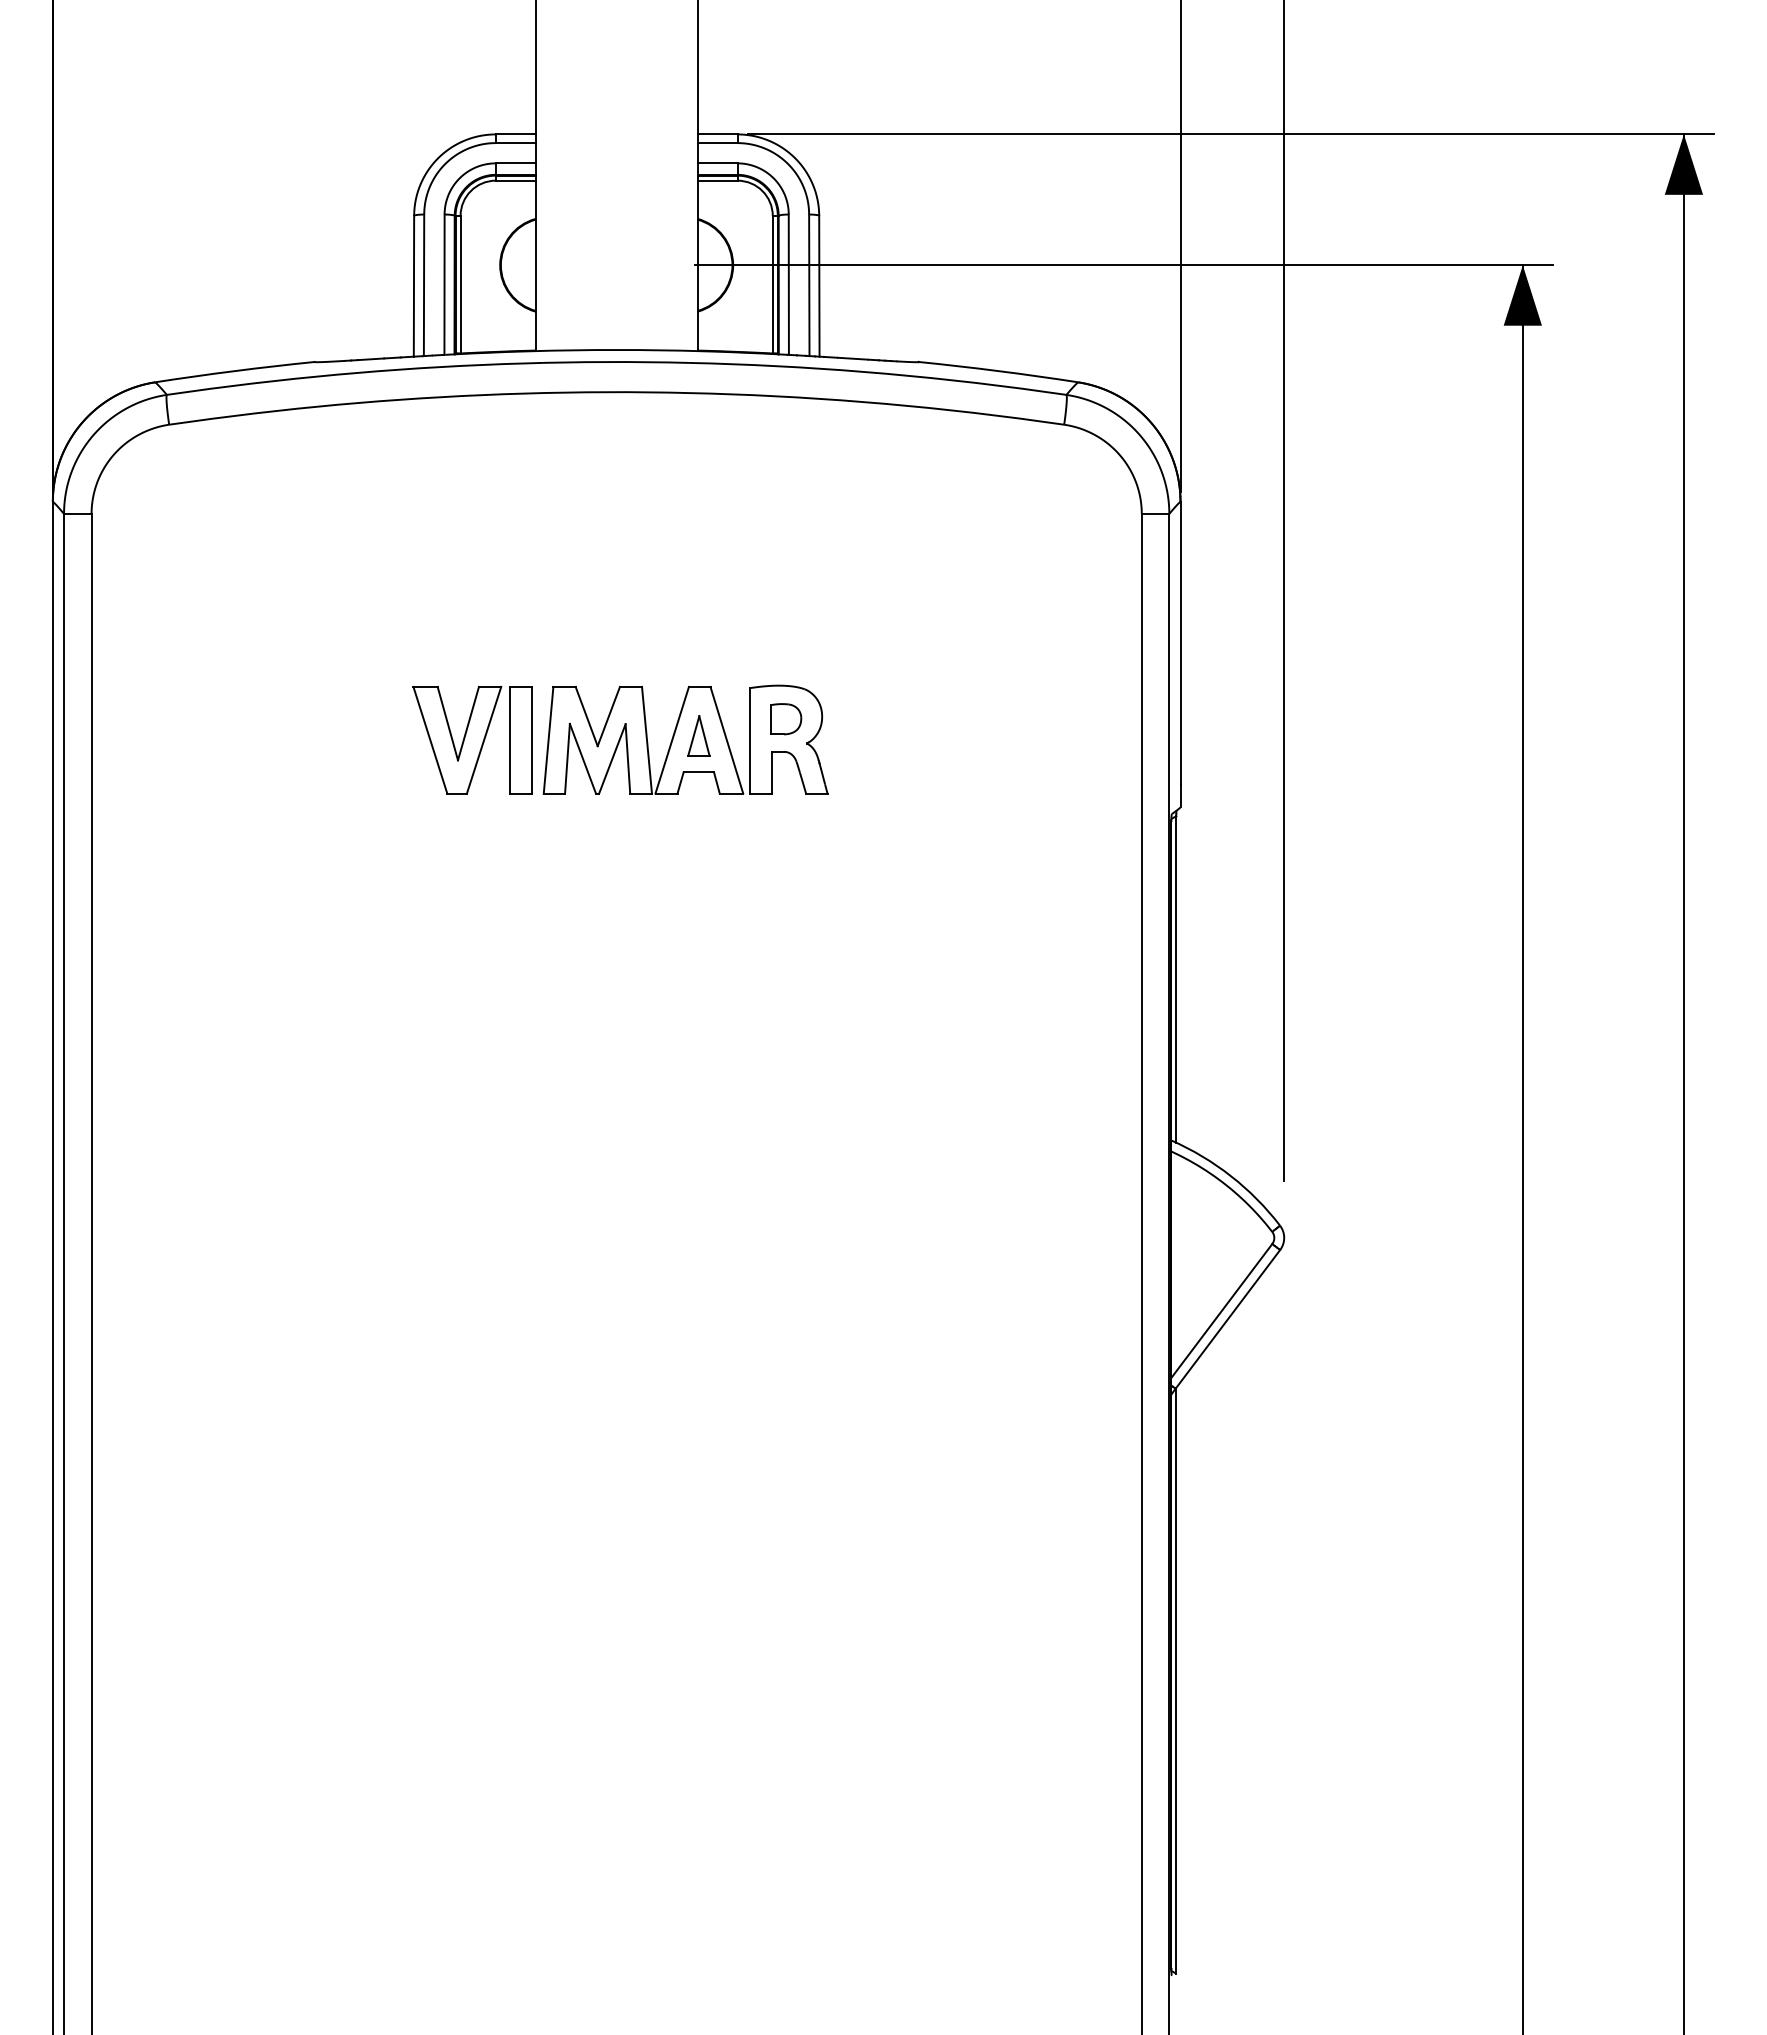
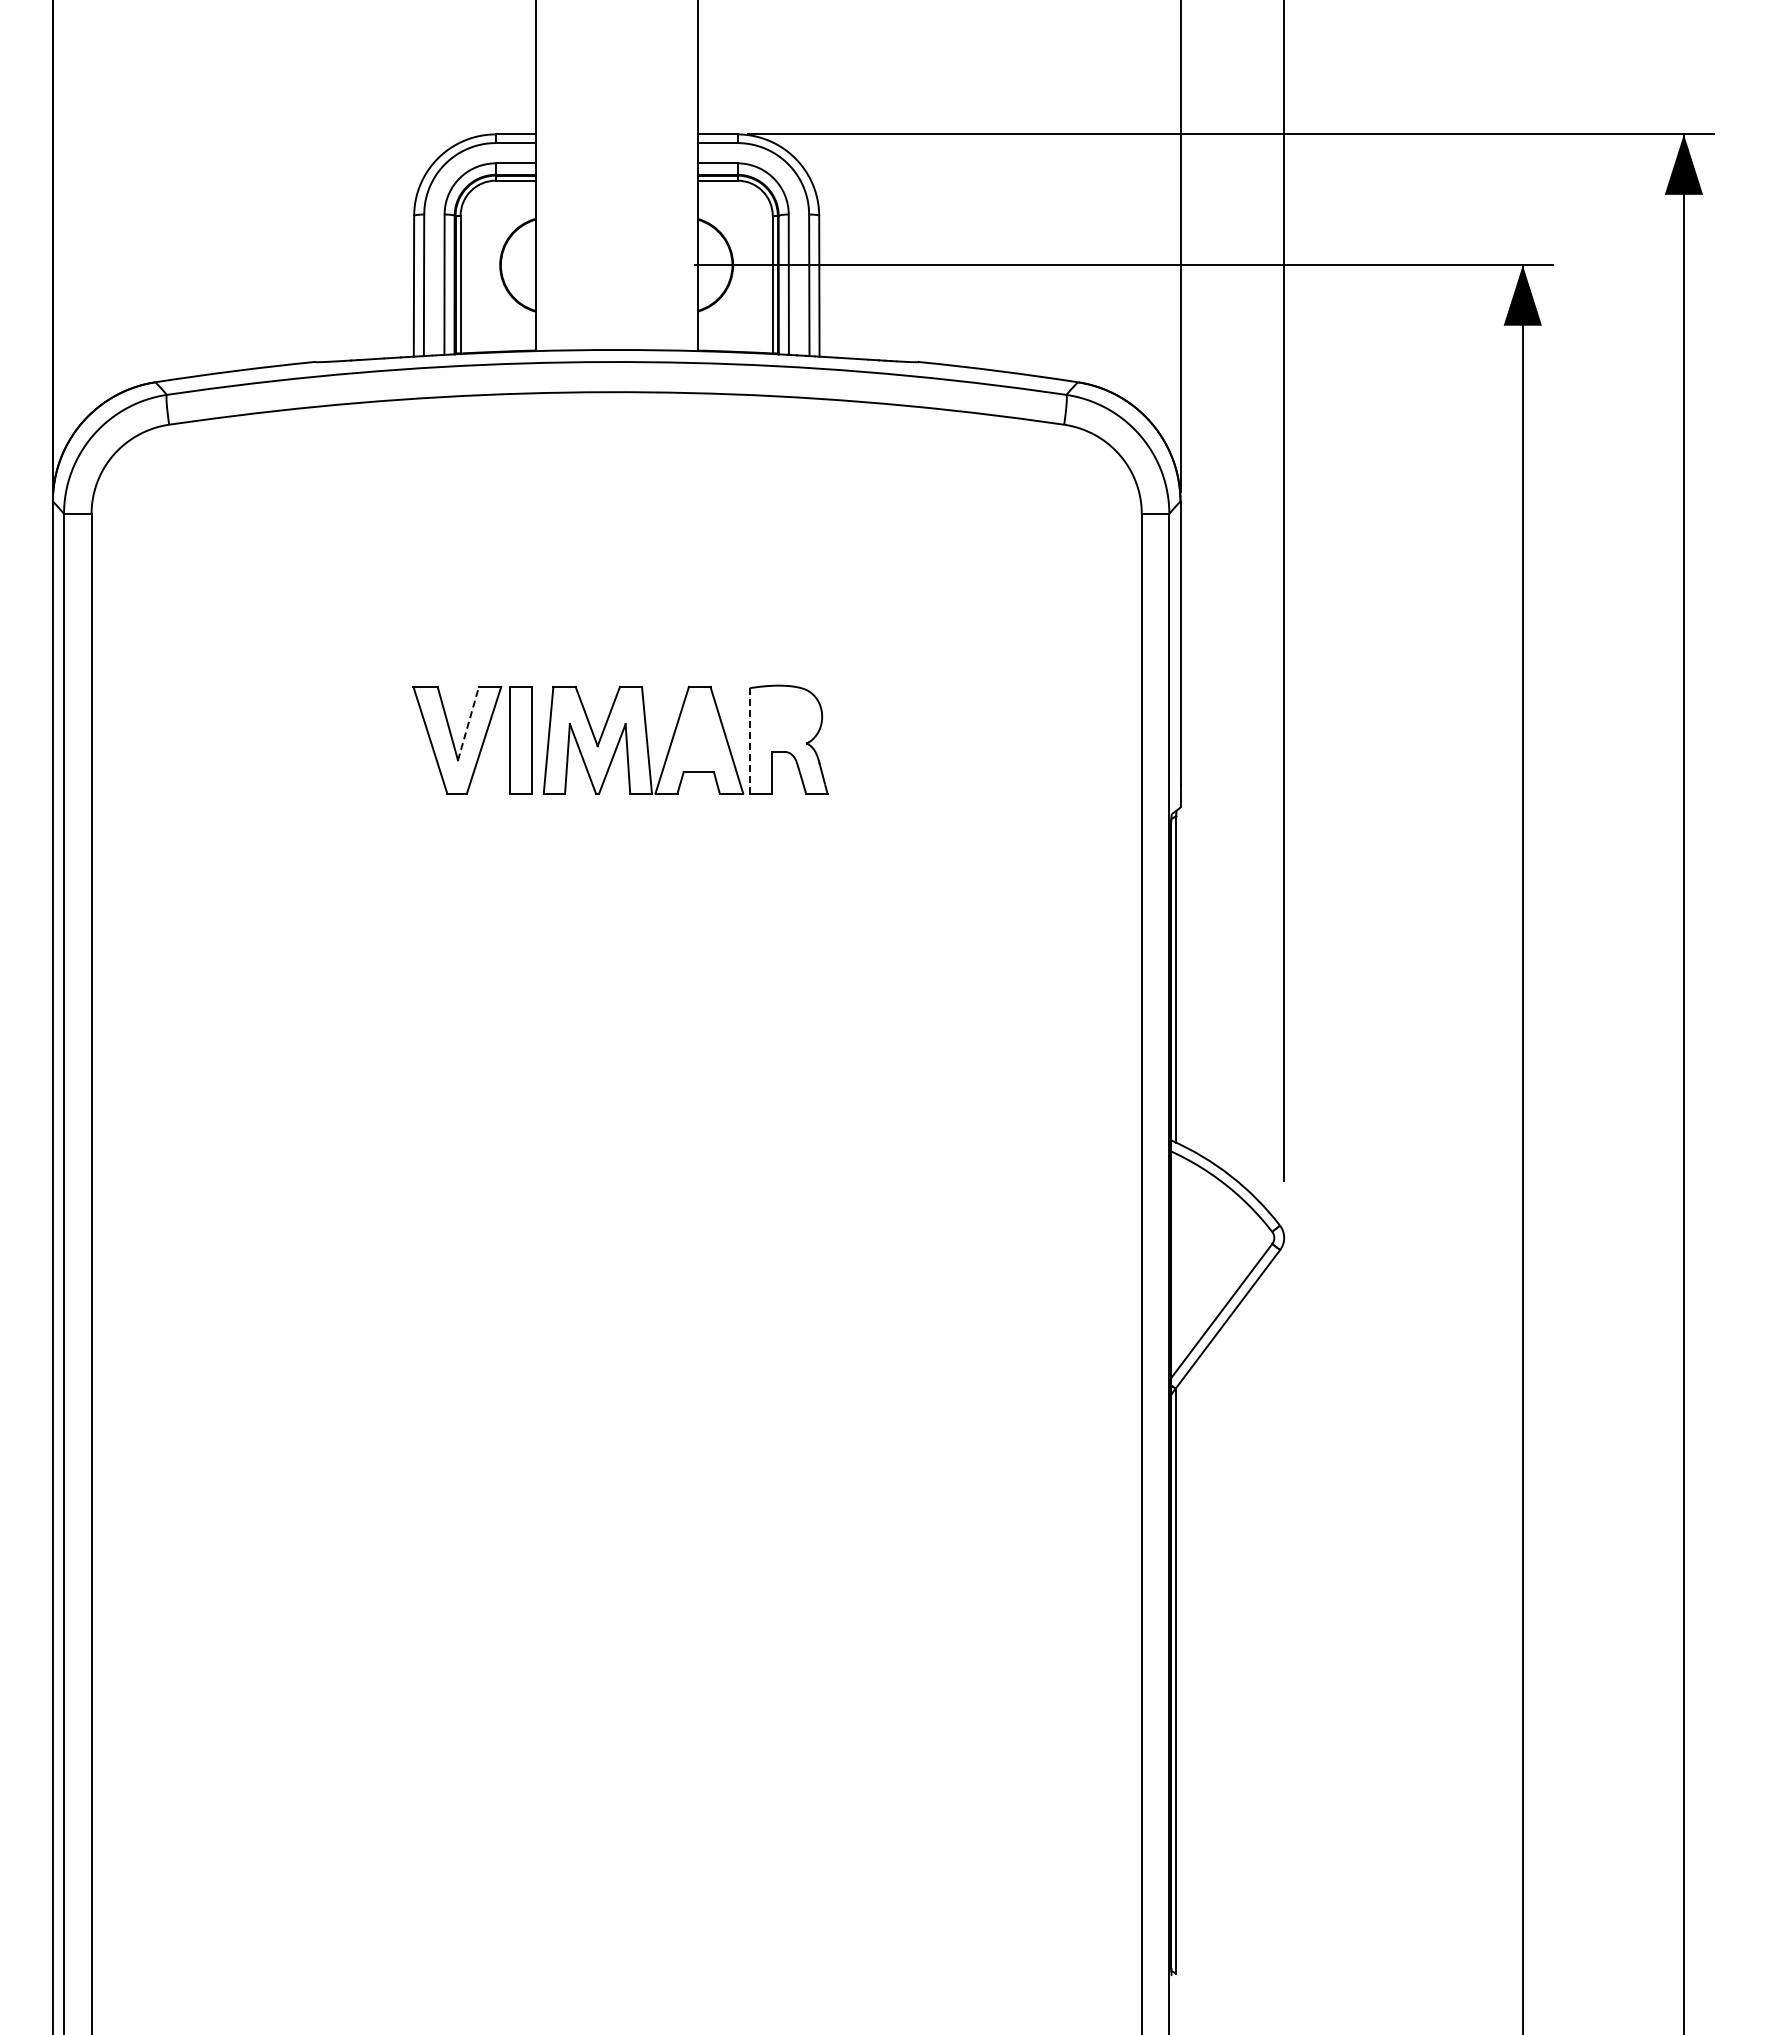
part at (786, 719): present -> none
line at (468, 723): solid -> dashed
part at (698, 735): present -> none
line at (749, 740): solid -> dashed
